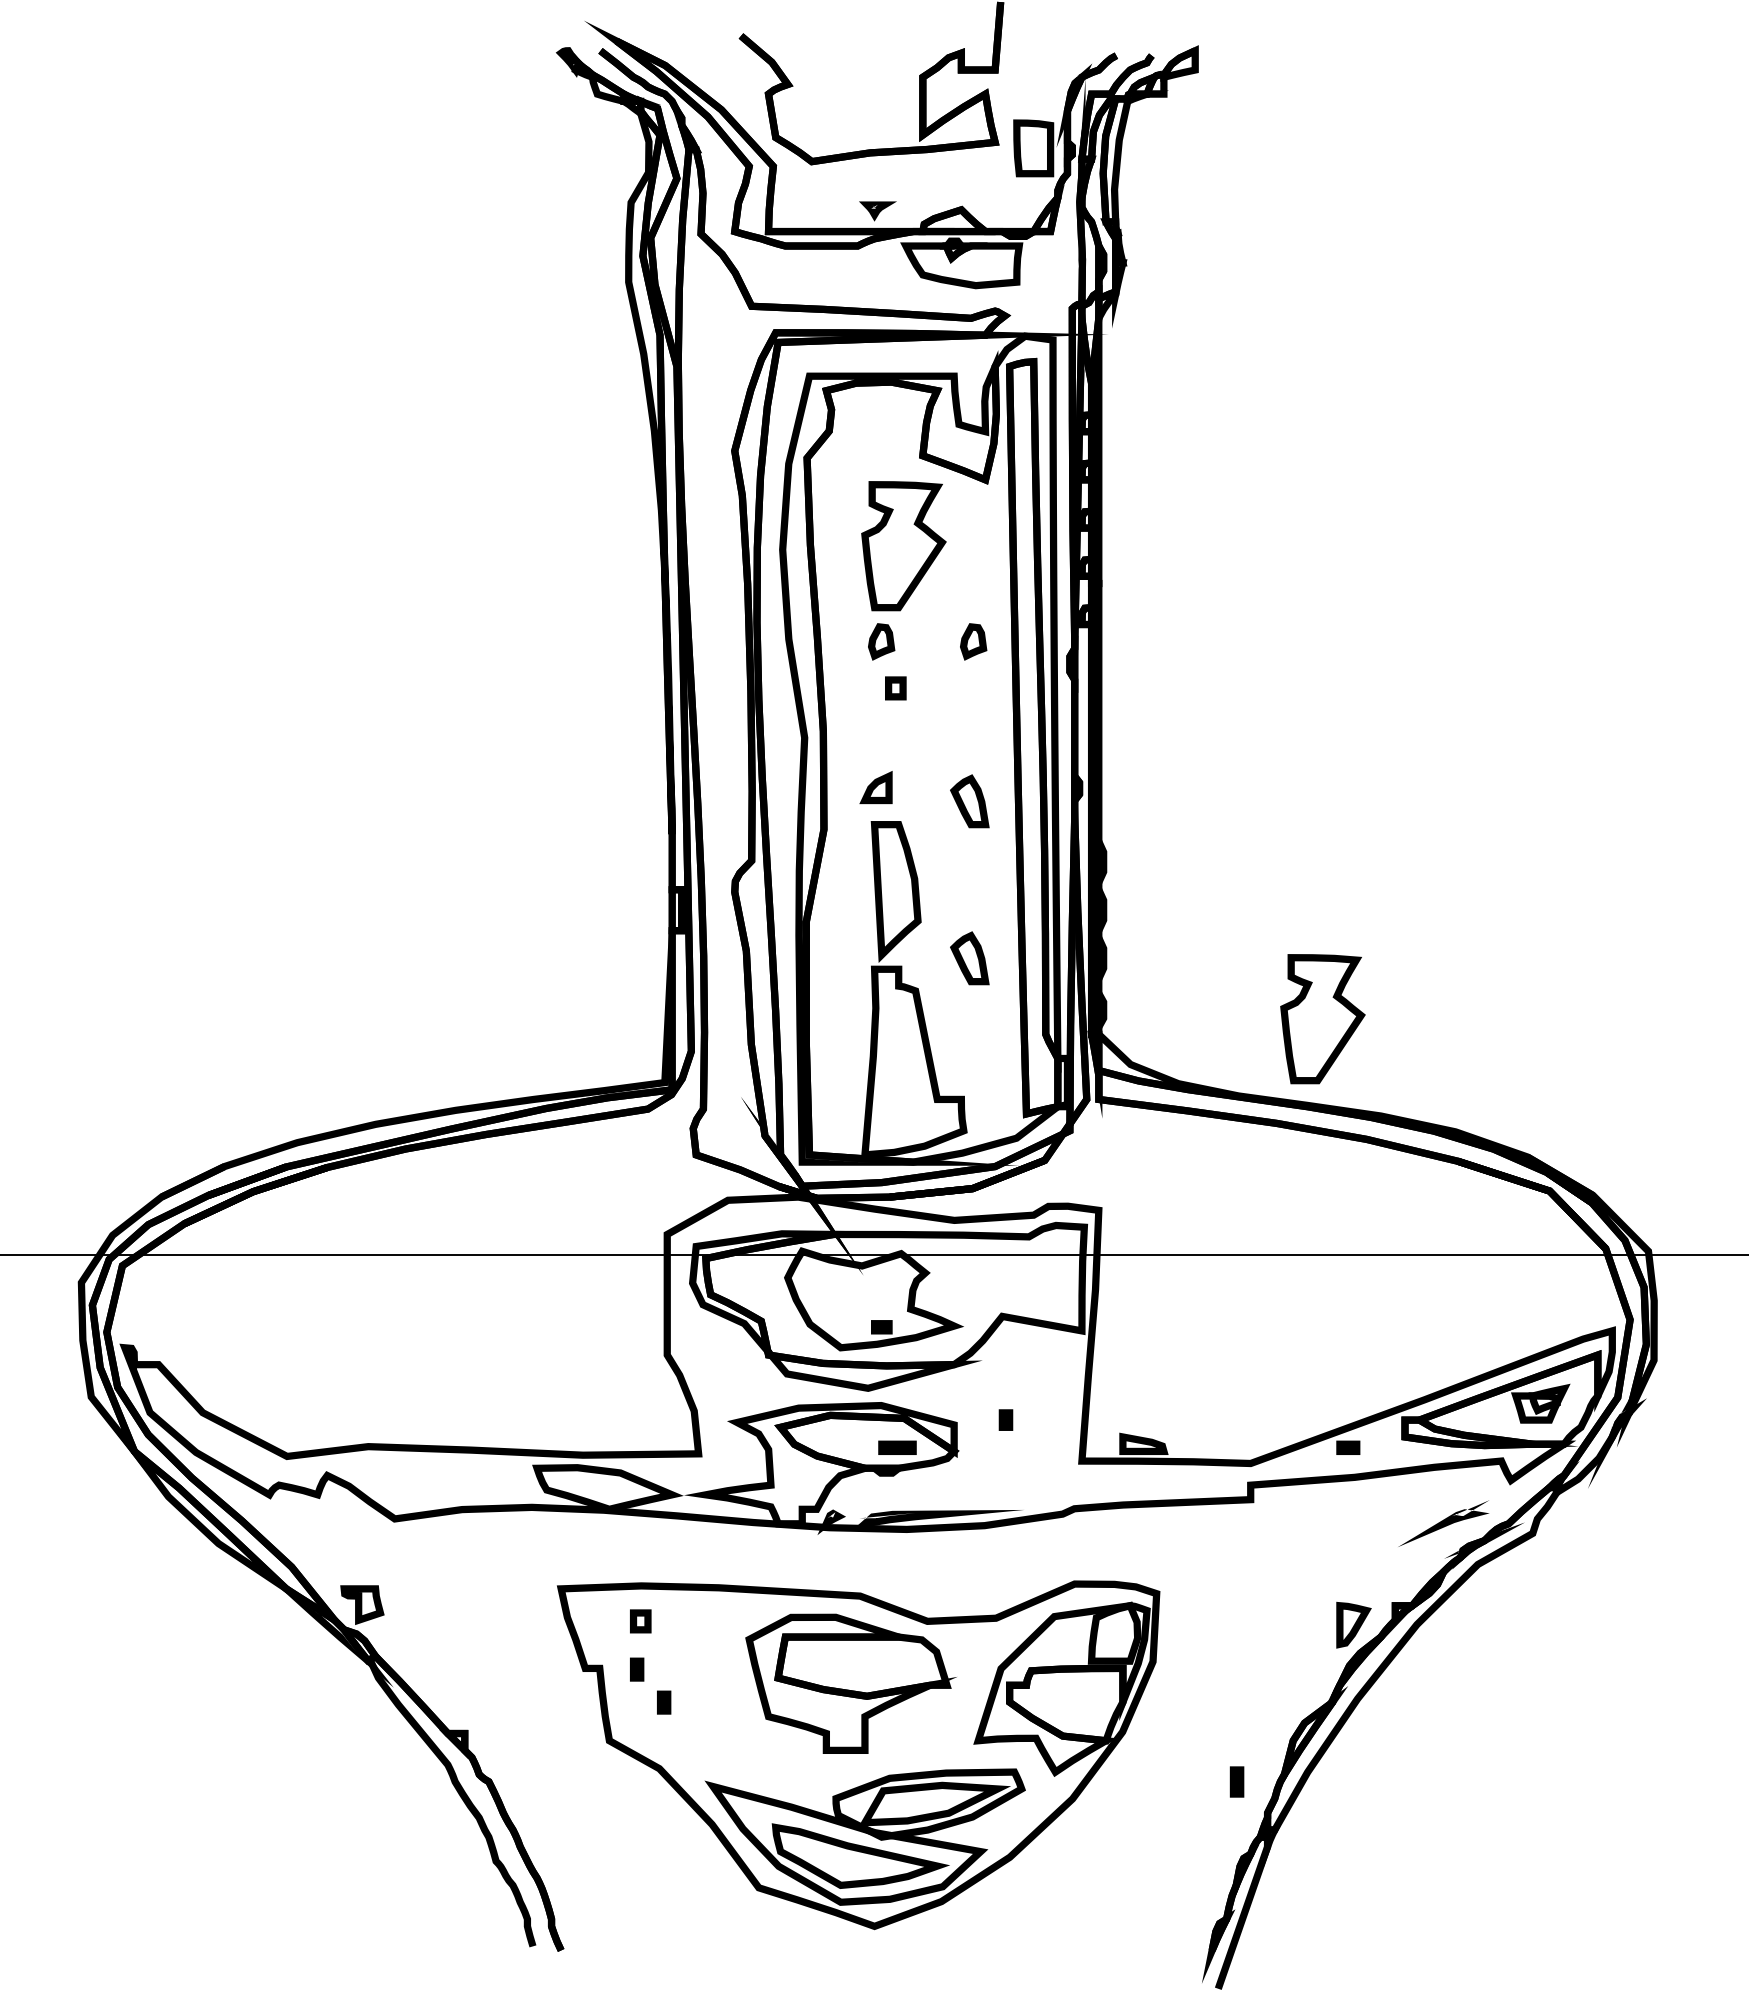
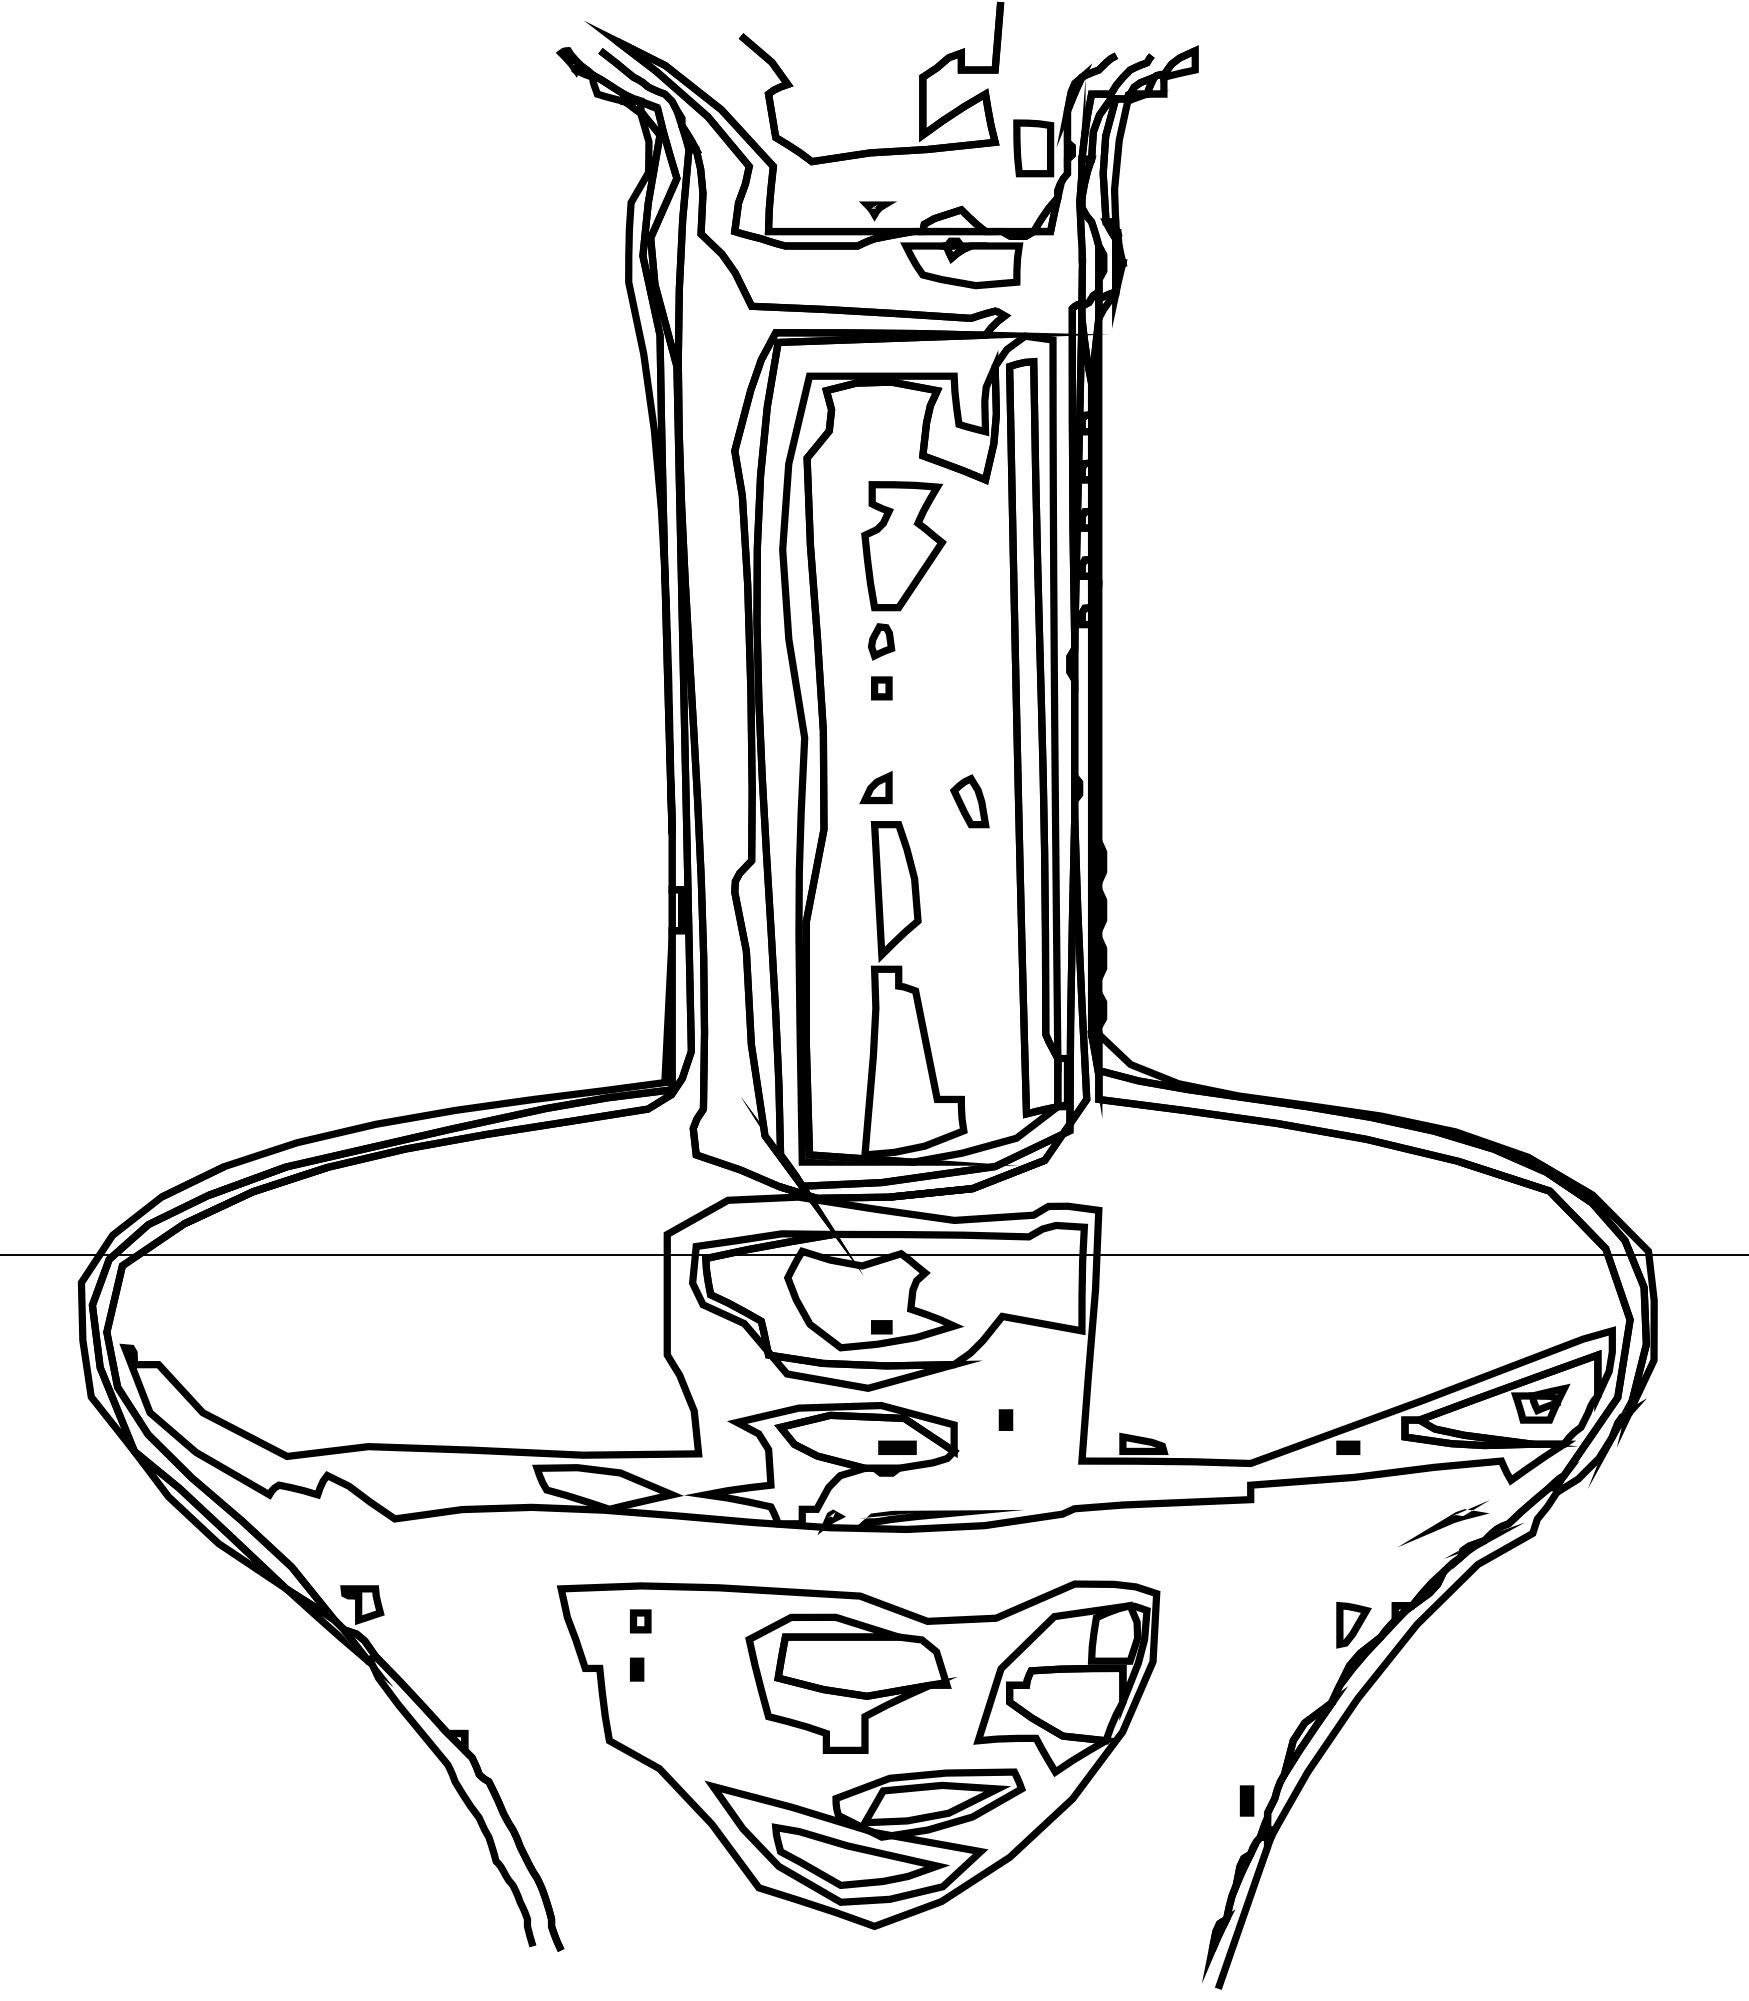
part at (973, 641): present -> none
part at (895, 688) position: (895, 688) -> (881, 688)
part at (969, 958): present -> none
part at (1322, 1019): present -> none
part at (664, 1702): present -> none
part at (1236, 1781) position: (1236, 1781) -> (1246, 1800)
